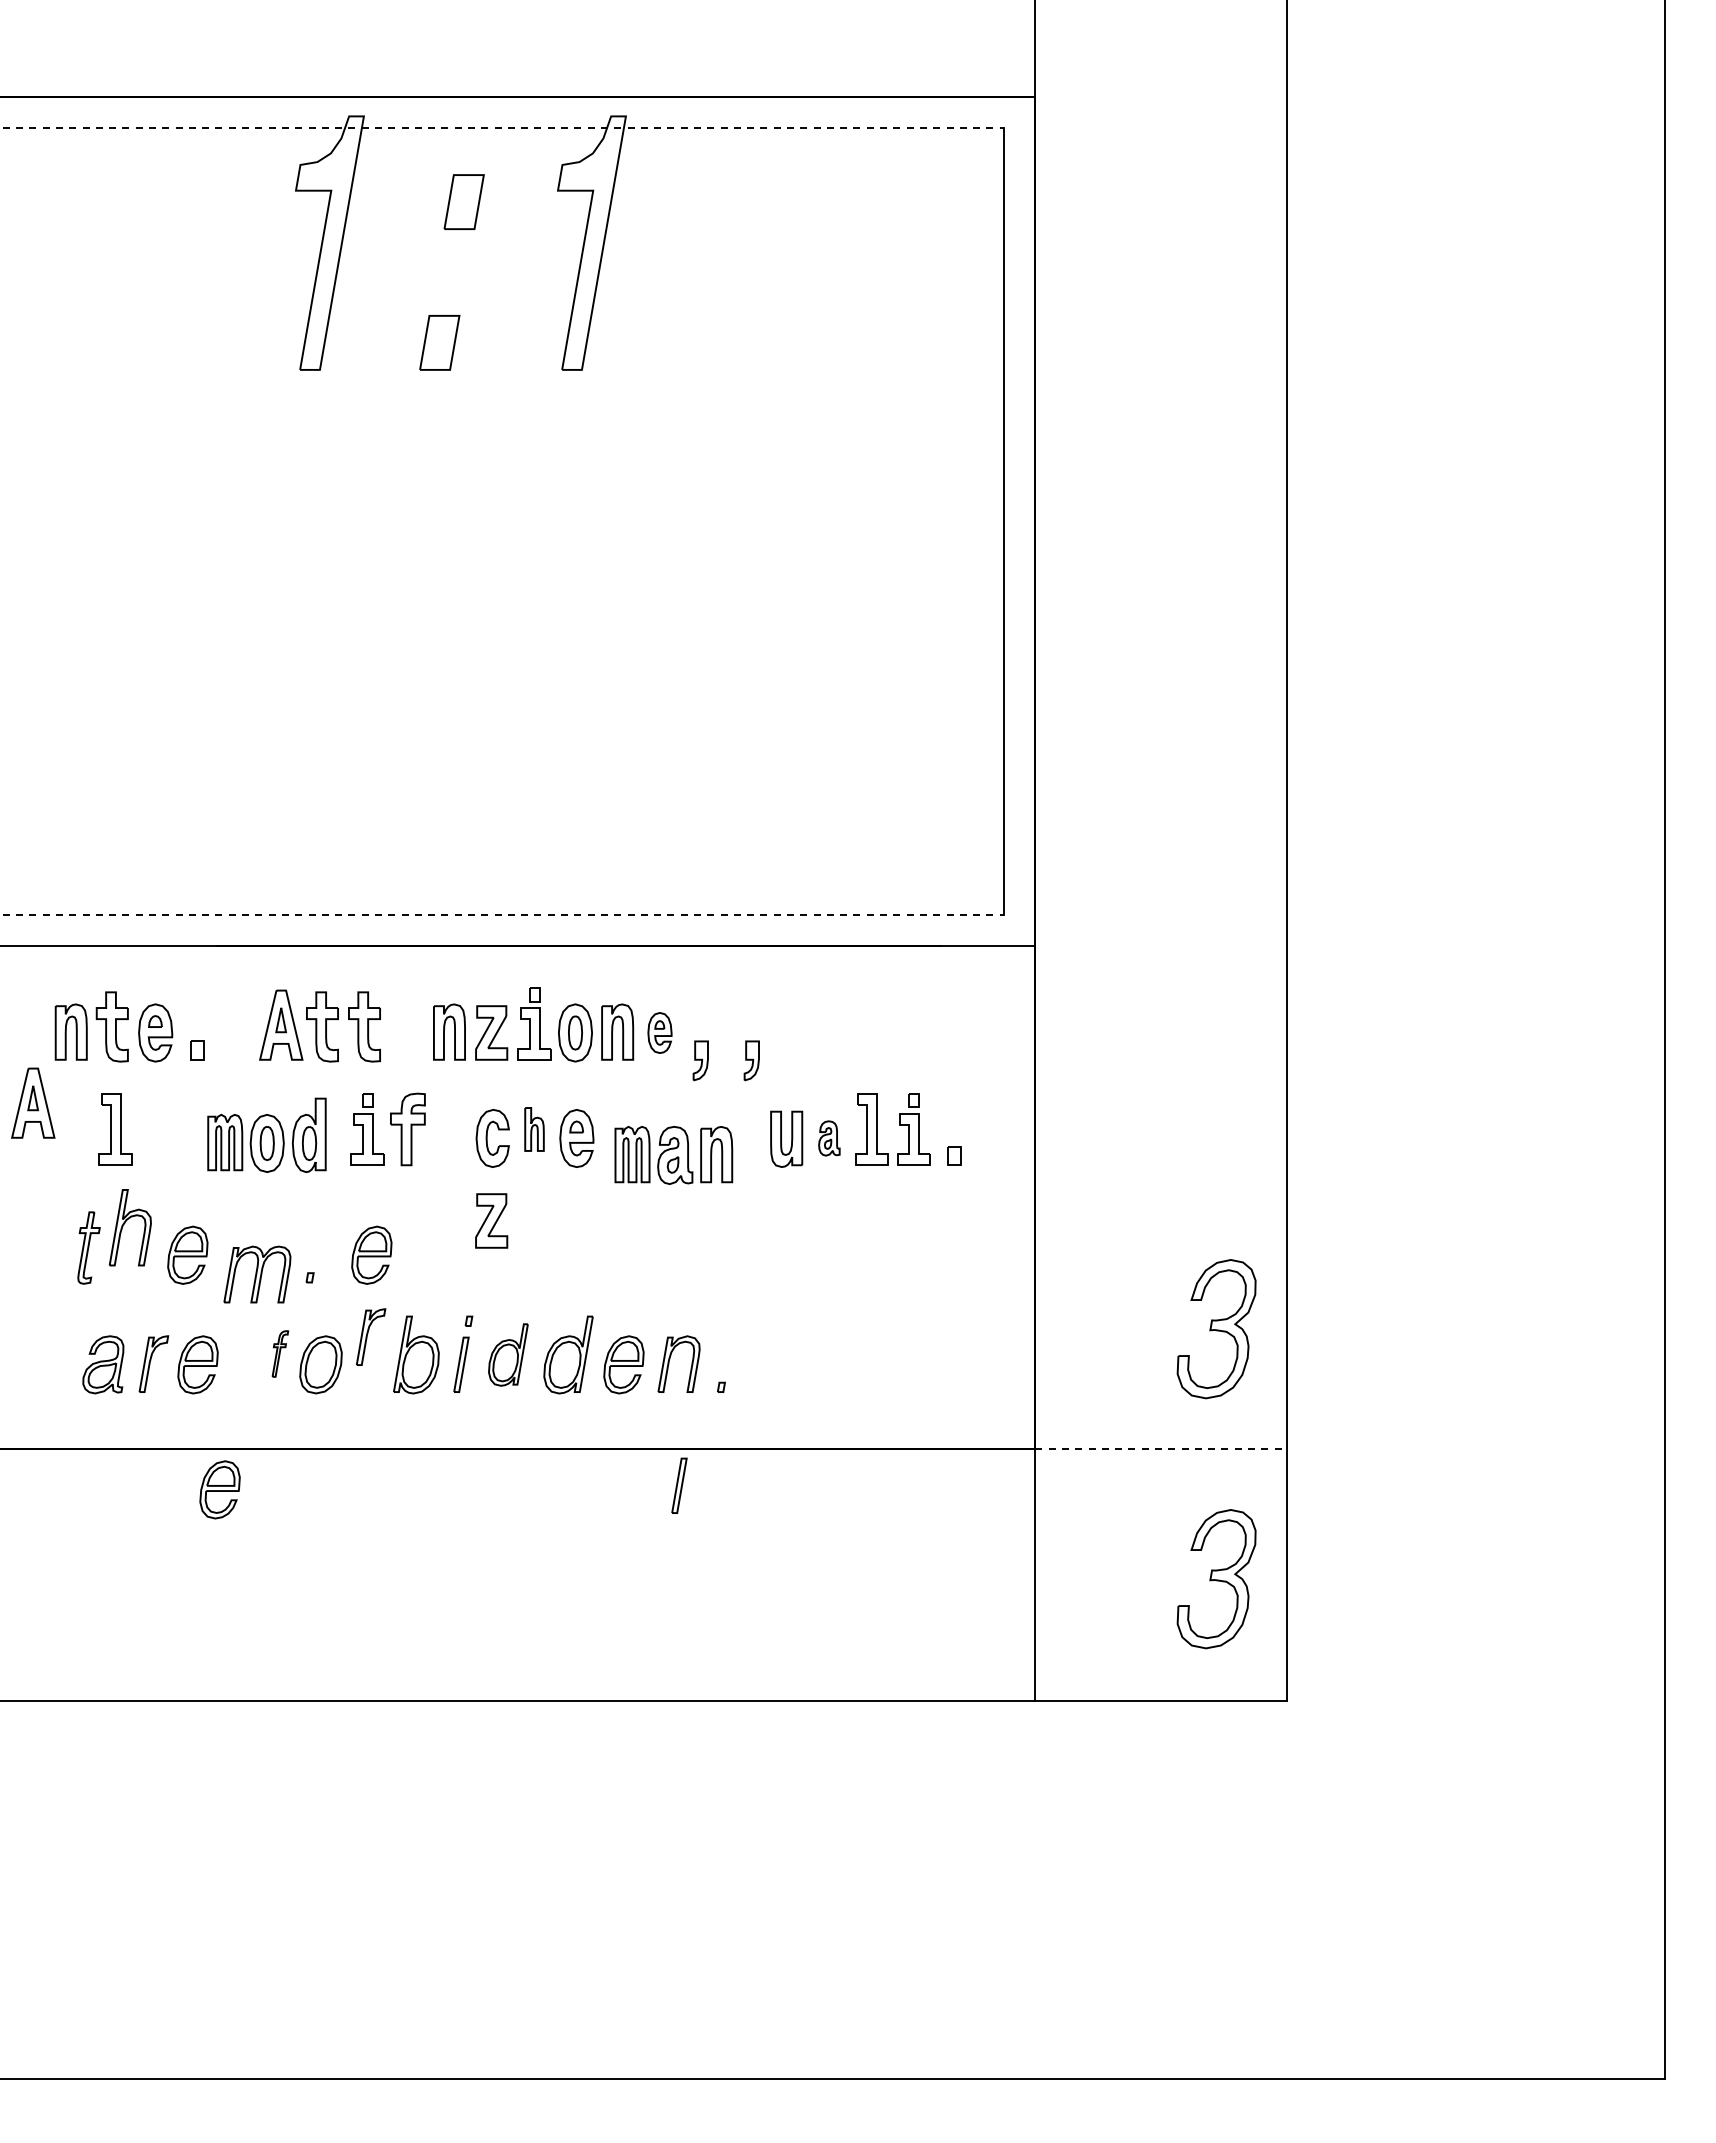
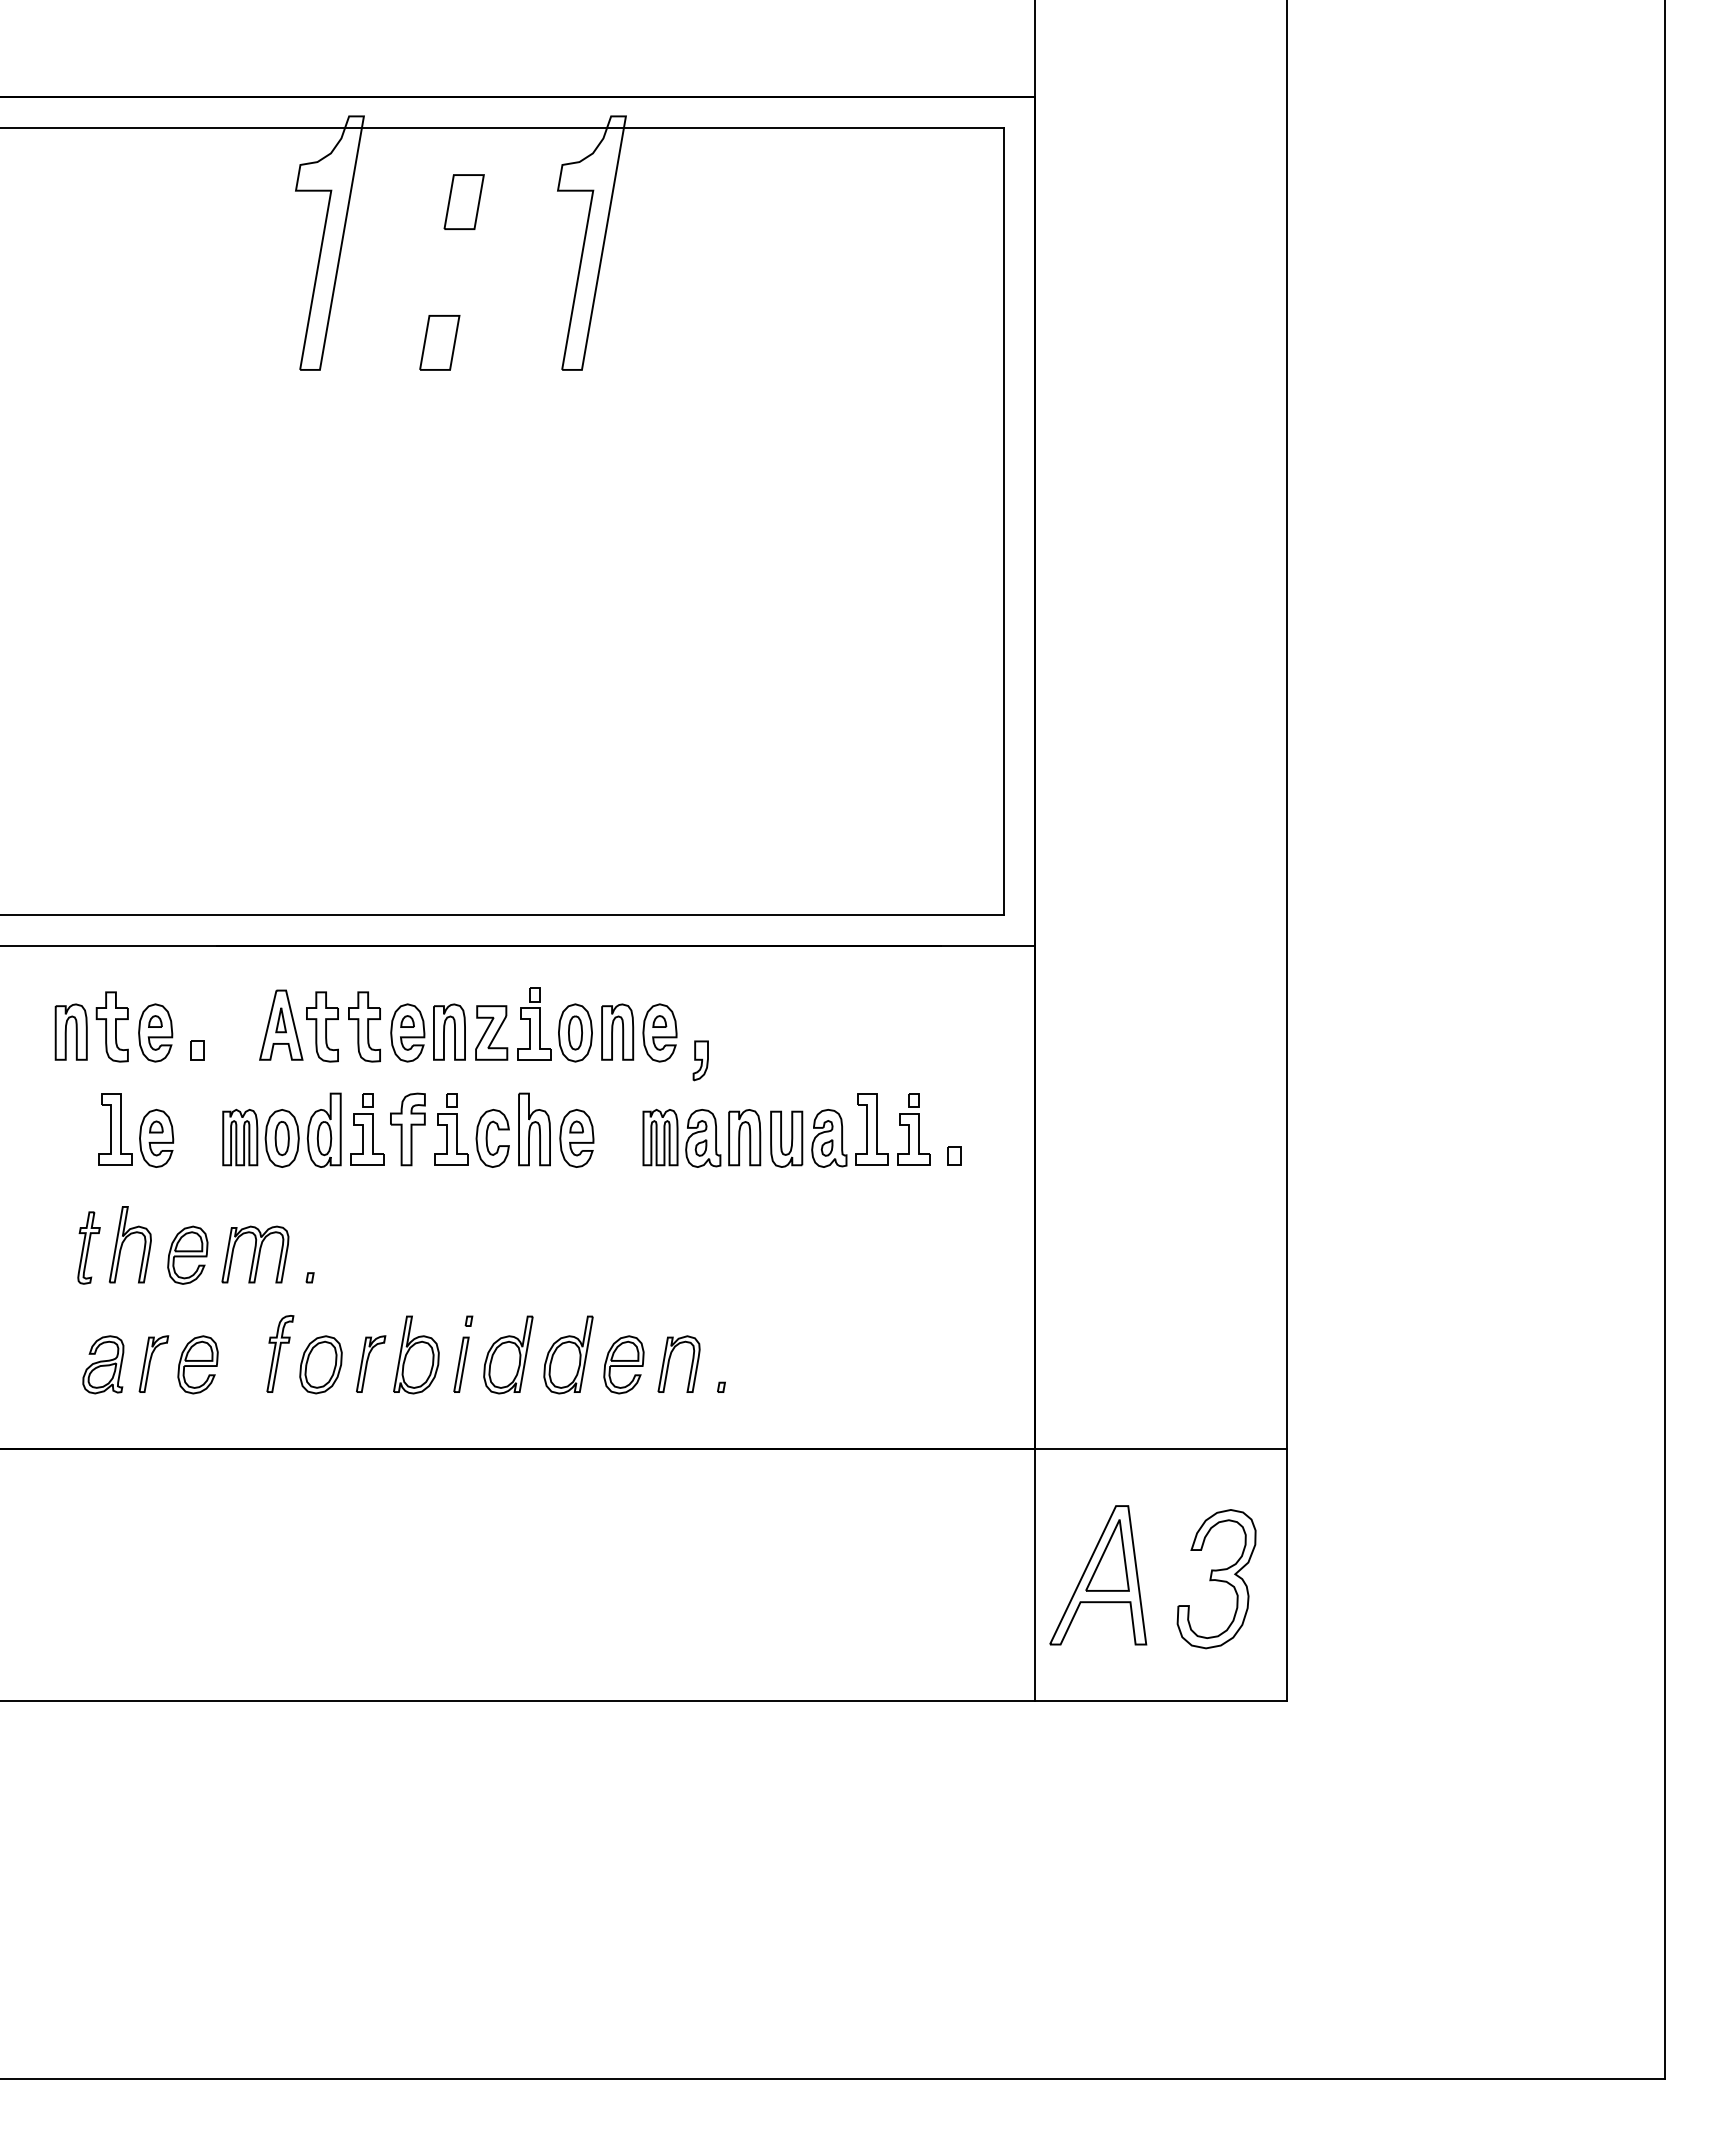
line at (502, 128): dashed -> solid
line at (502, 914): dashed -> solid
part at (407, 1032): none -> present
part at (659, 1032) size: 26x42 px -> 36x60 px
part at (751, 1060): present -> none
part at (33, 1102): present -> none
part at (451, 1129): none -> present
part at (534, 1129) size: 21x45 px -> 33x75 px
part at (266, 1134) position: (266, 1134) -> (281, 1129)
part at (156, 1138): none -> present
part at (829, 1138) size: 23x37 px -> 37x59 px
part at (673, 1154) position: (673, 1154) -> (701, 1137)
part at (491, 1220): present -> none
part at (129, 1227) position: (129, 1227) -> (129, 1244)
part at (371, 1254): present -> none
part at (257, 1274) position: (257, 1274) -> (255, 1254)
part at (1216, 1329): present -> none
part at (371, 1336) position: (371, 1336) -> (371, 1363)
part at (280, 1353) size: 19x48 px -> 29x78 px
part at (508, 1354) size: 41x64 px -> 51x80 px
line at (1161, 1449): dashed -> solid
part at (679, 1485): present -> none
part at (219, 1489): present -> none
part at (1098, 1575): none -> present
